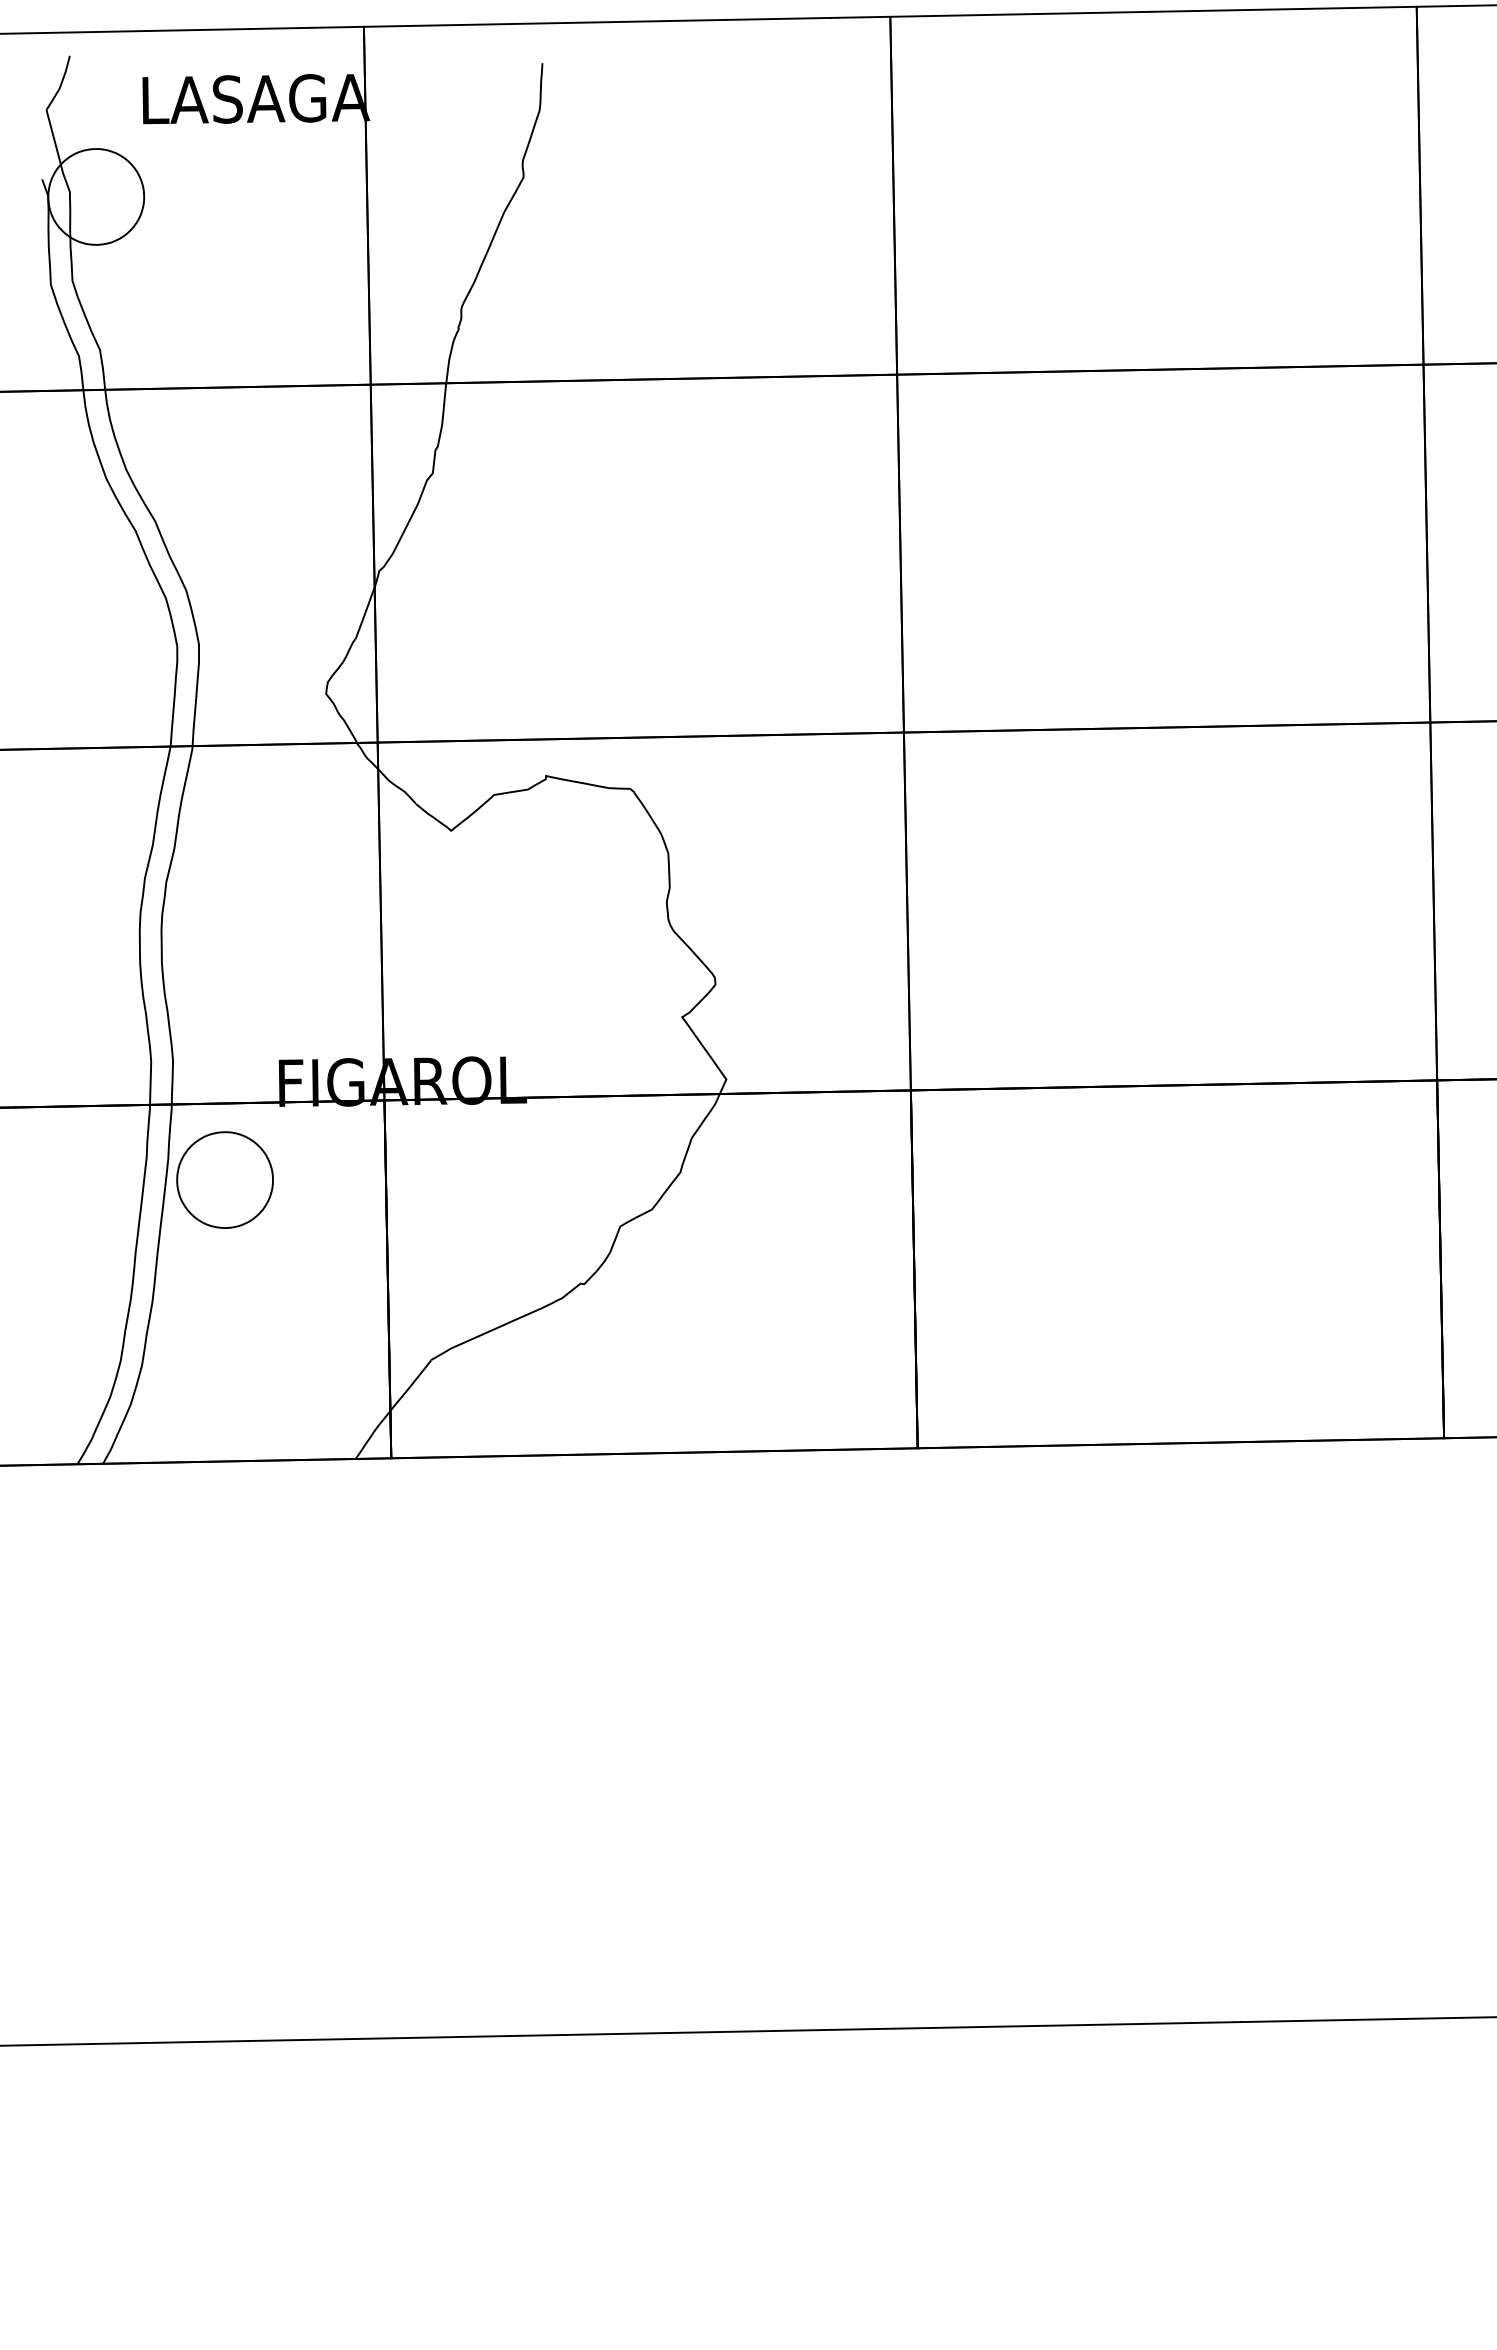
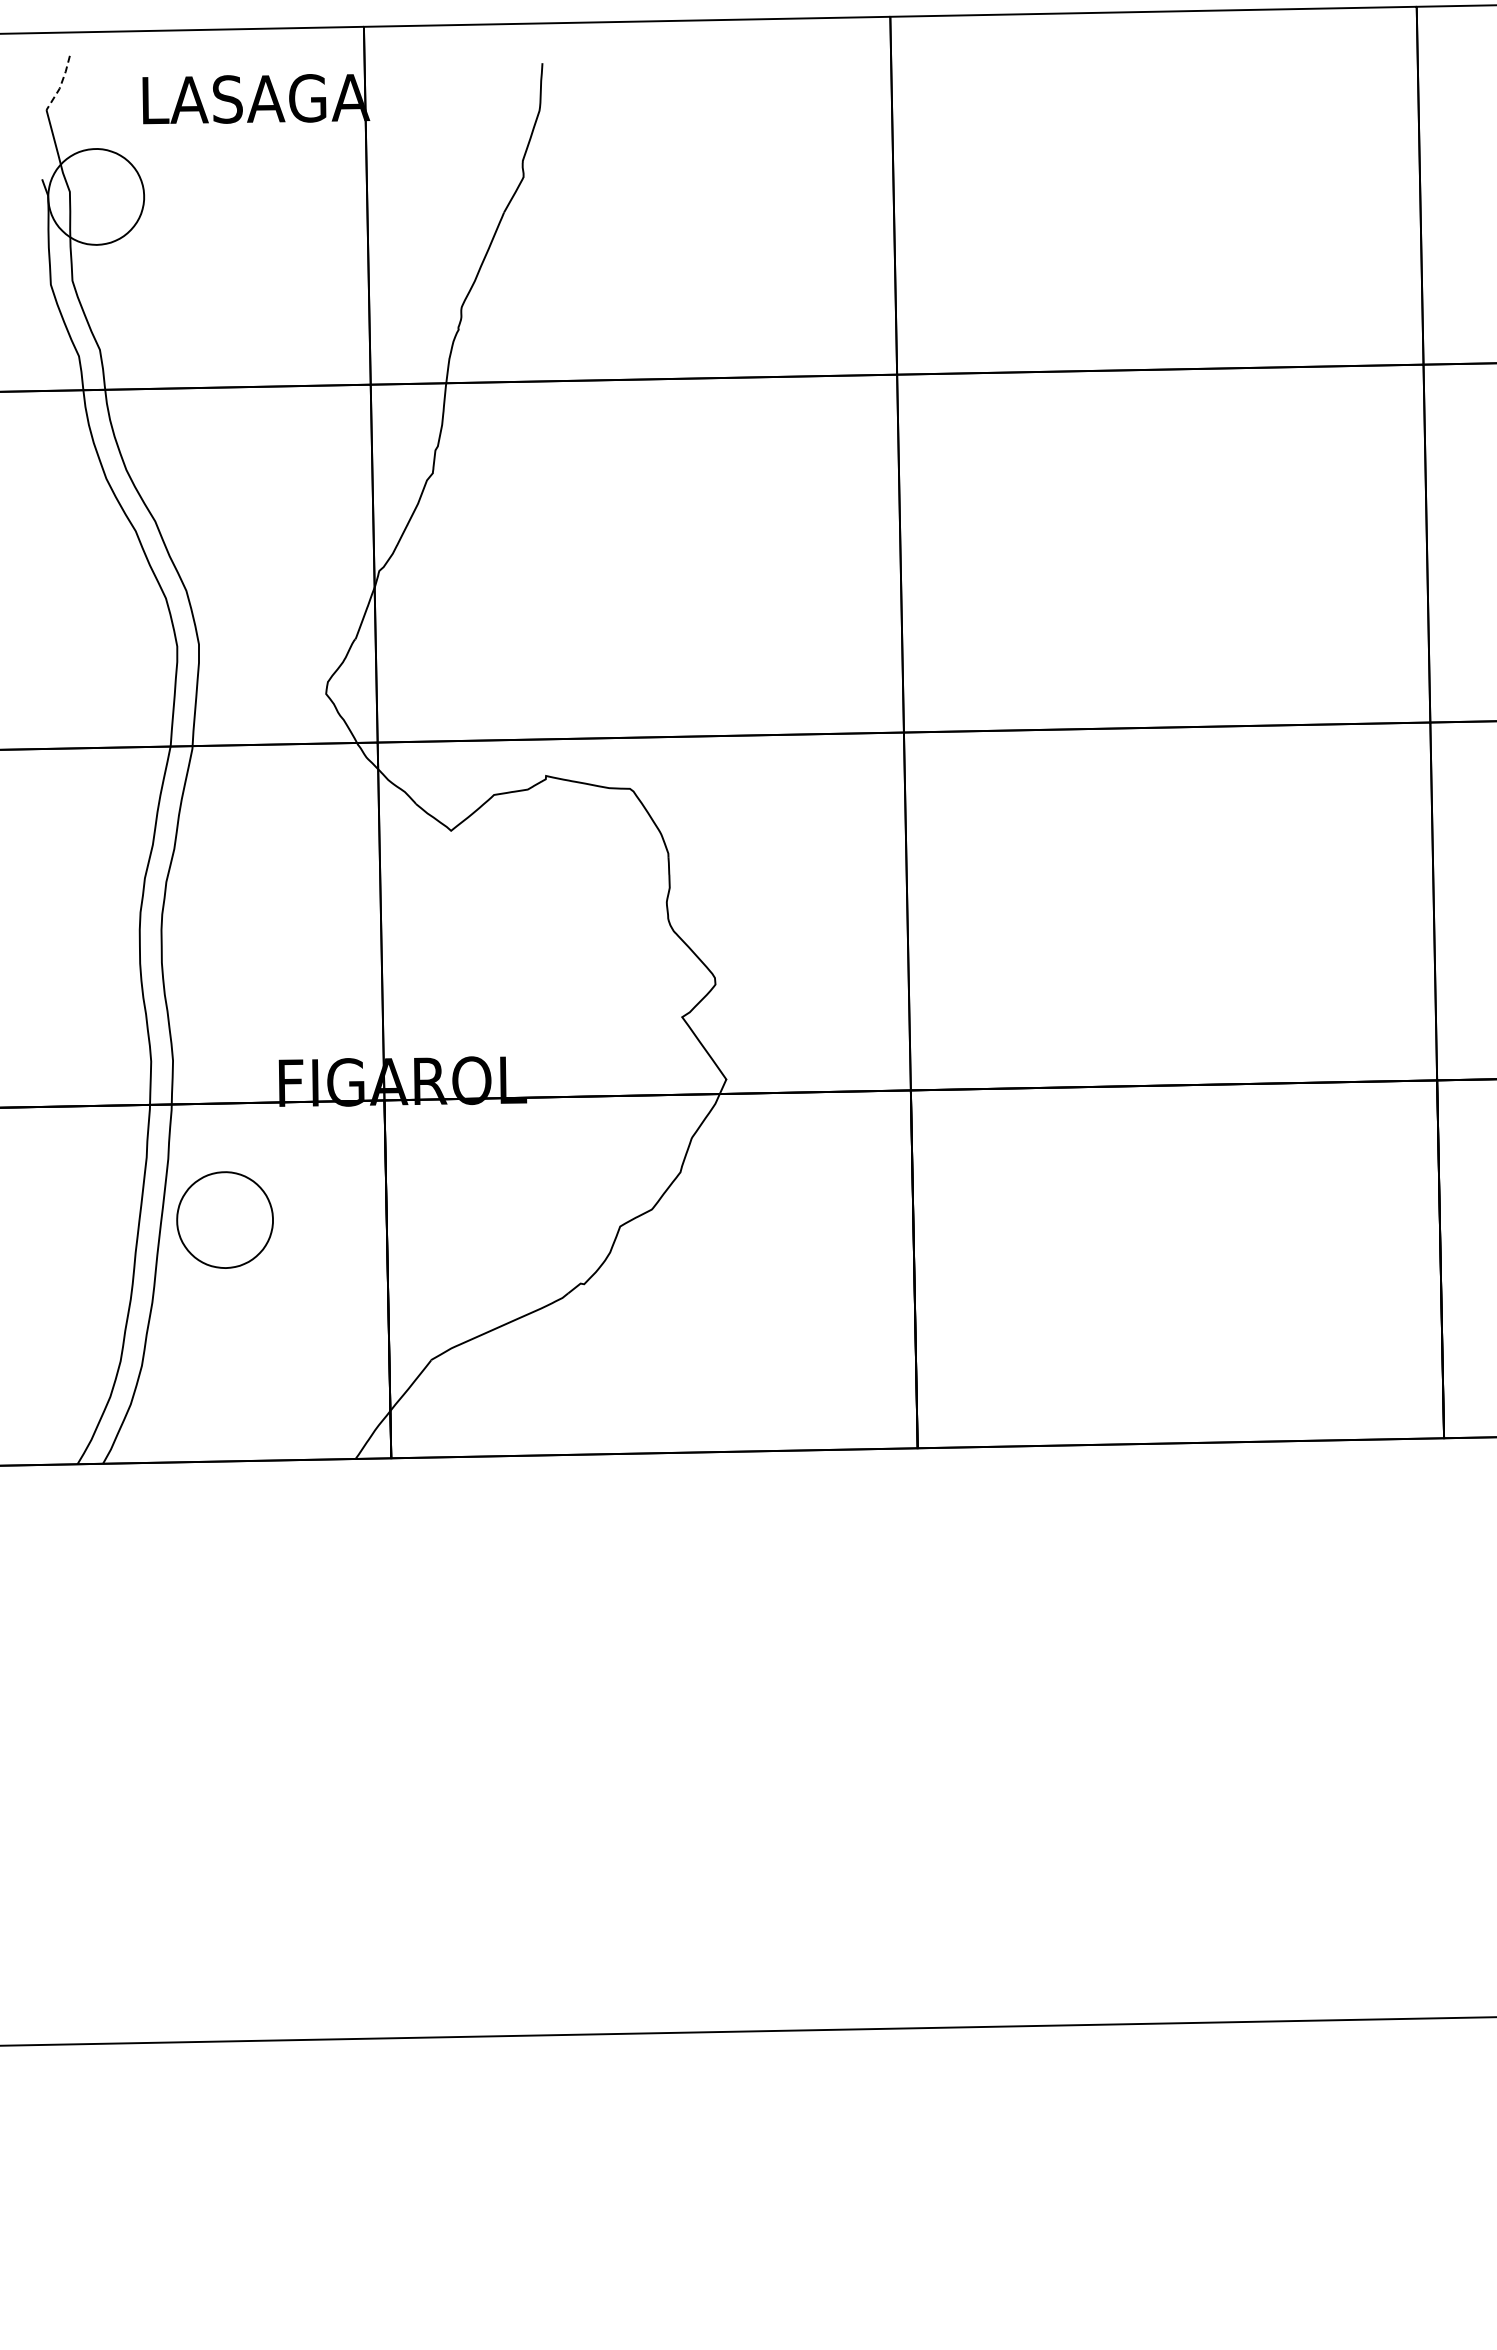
line at (60, 85): solid -> dashed
part at (224, 1179) position: (224, 1179) -> (224, 1219)
